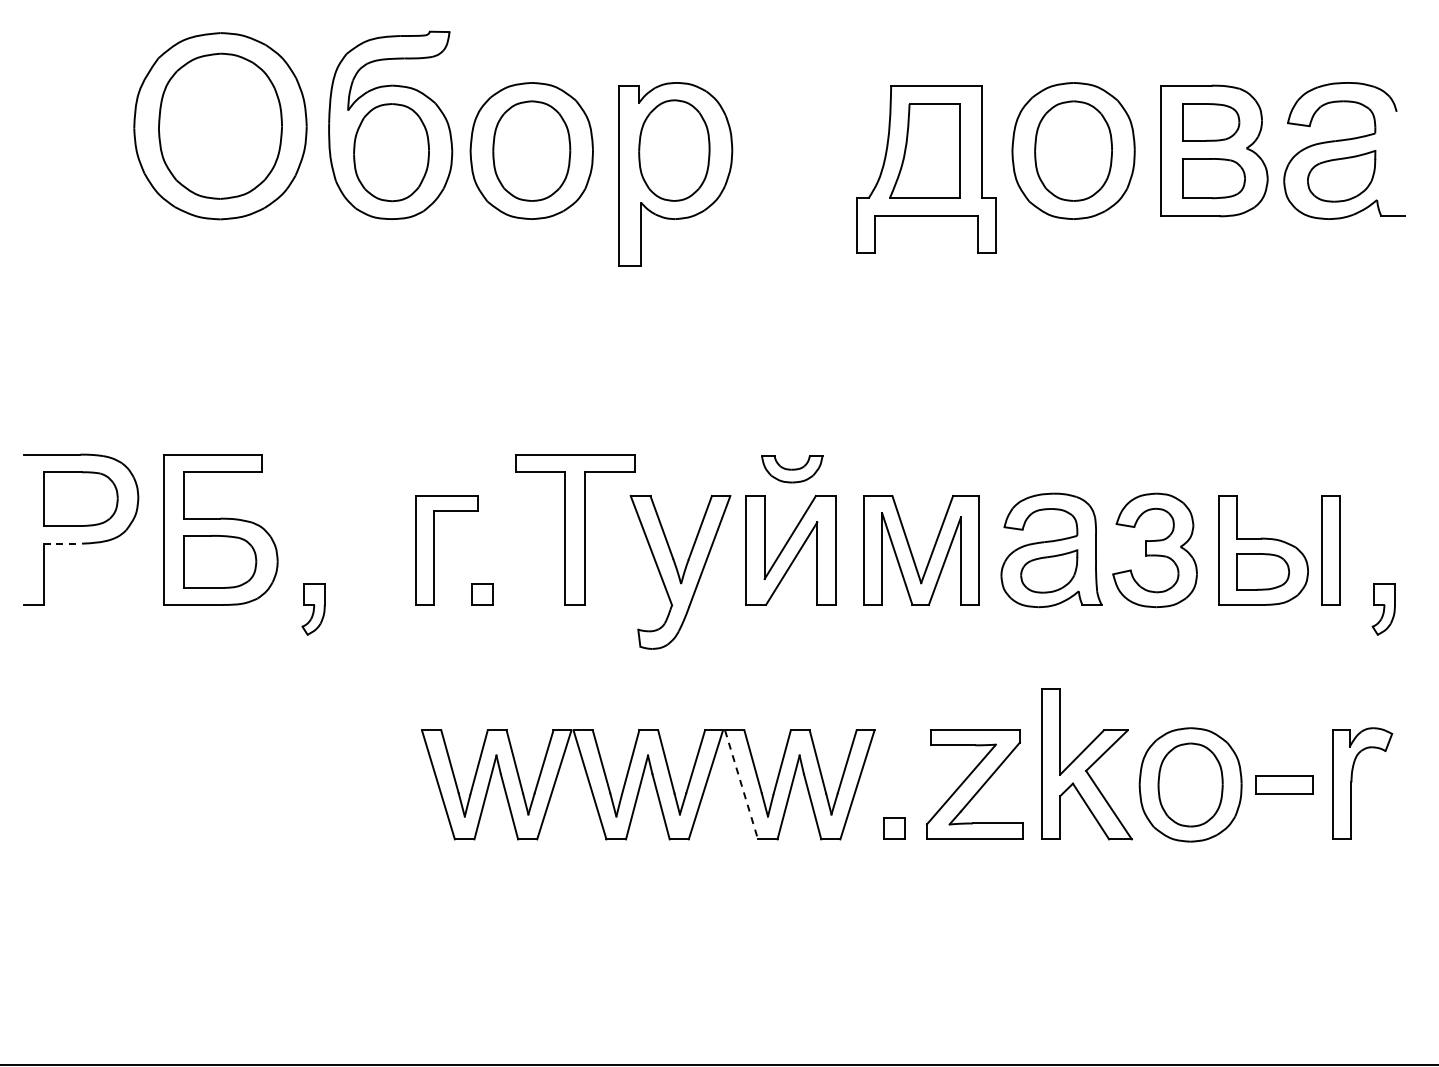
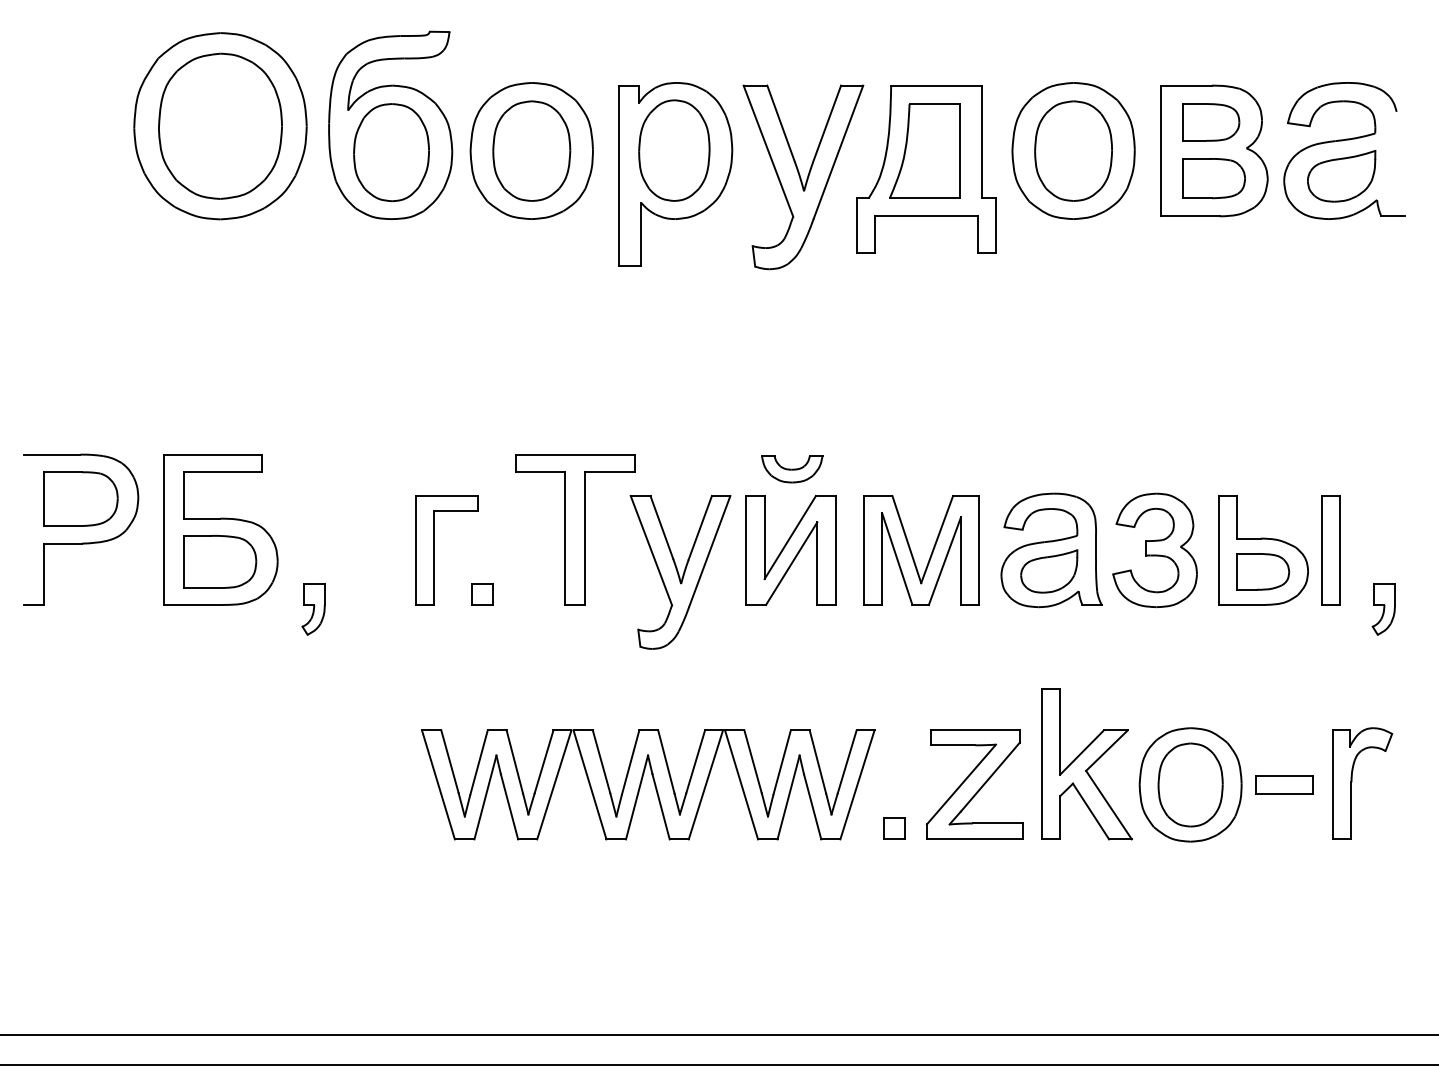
part at (803, 177): none -> present
line at (63, 543): dashed -> solid
line at (741, 784): dashed -> solid
line at (718, 1035): none -> present
